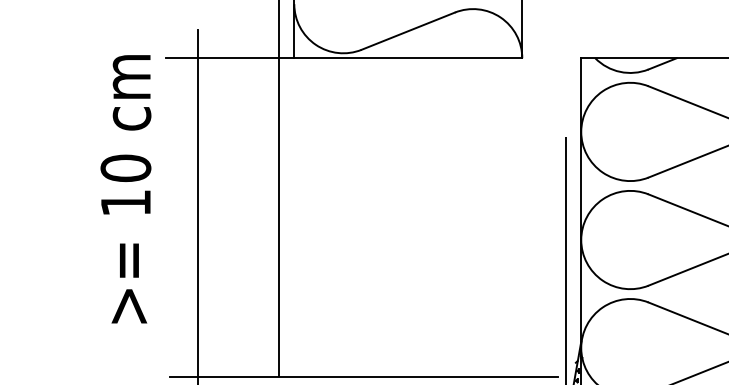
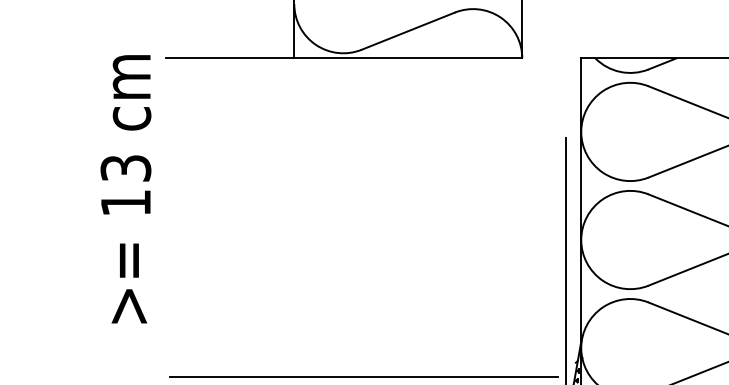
text at (125, 168): 10 -> 13
line at (278, 189): present -> none
line at (197, 205): present -> none
